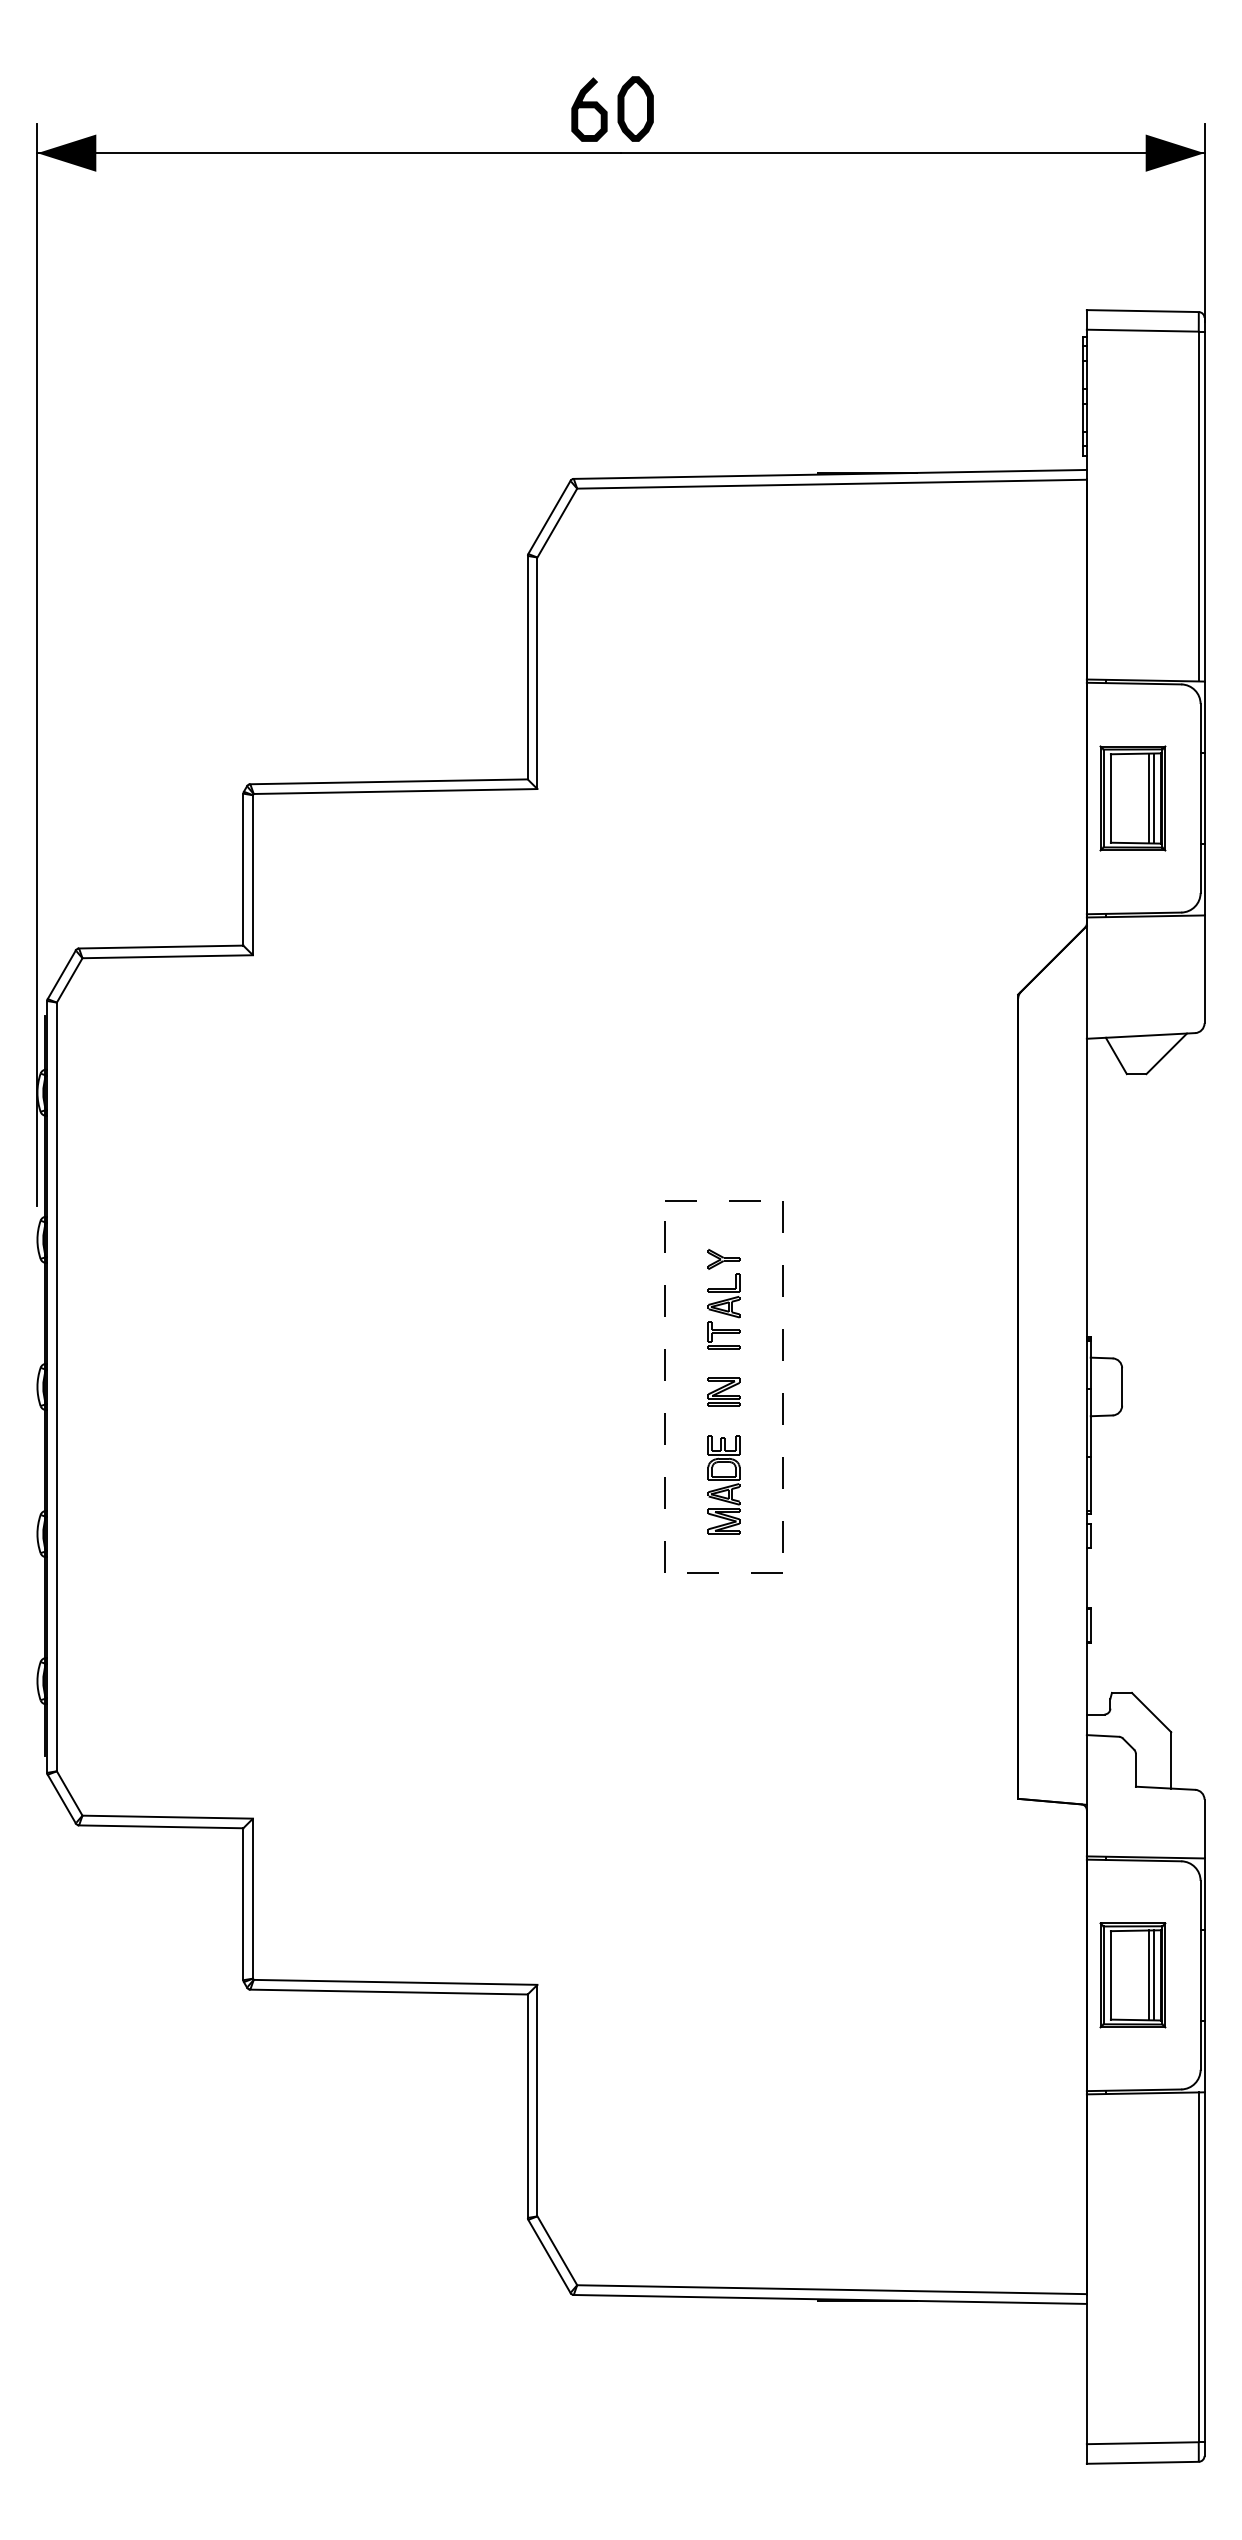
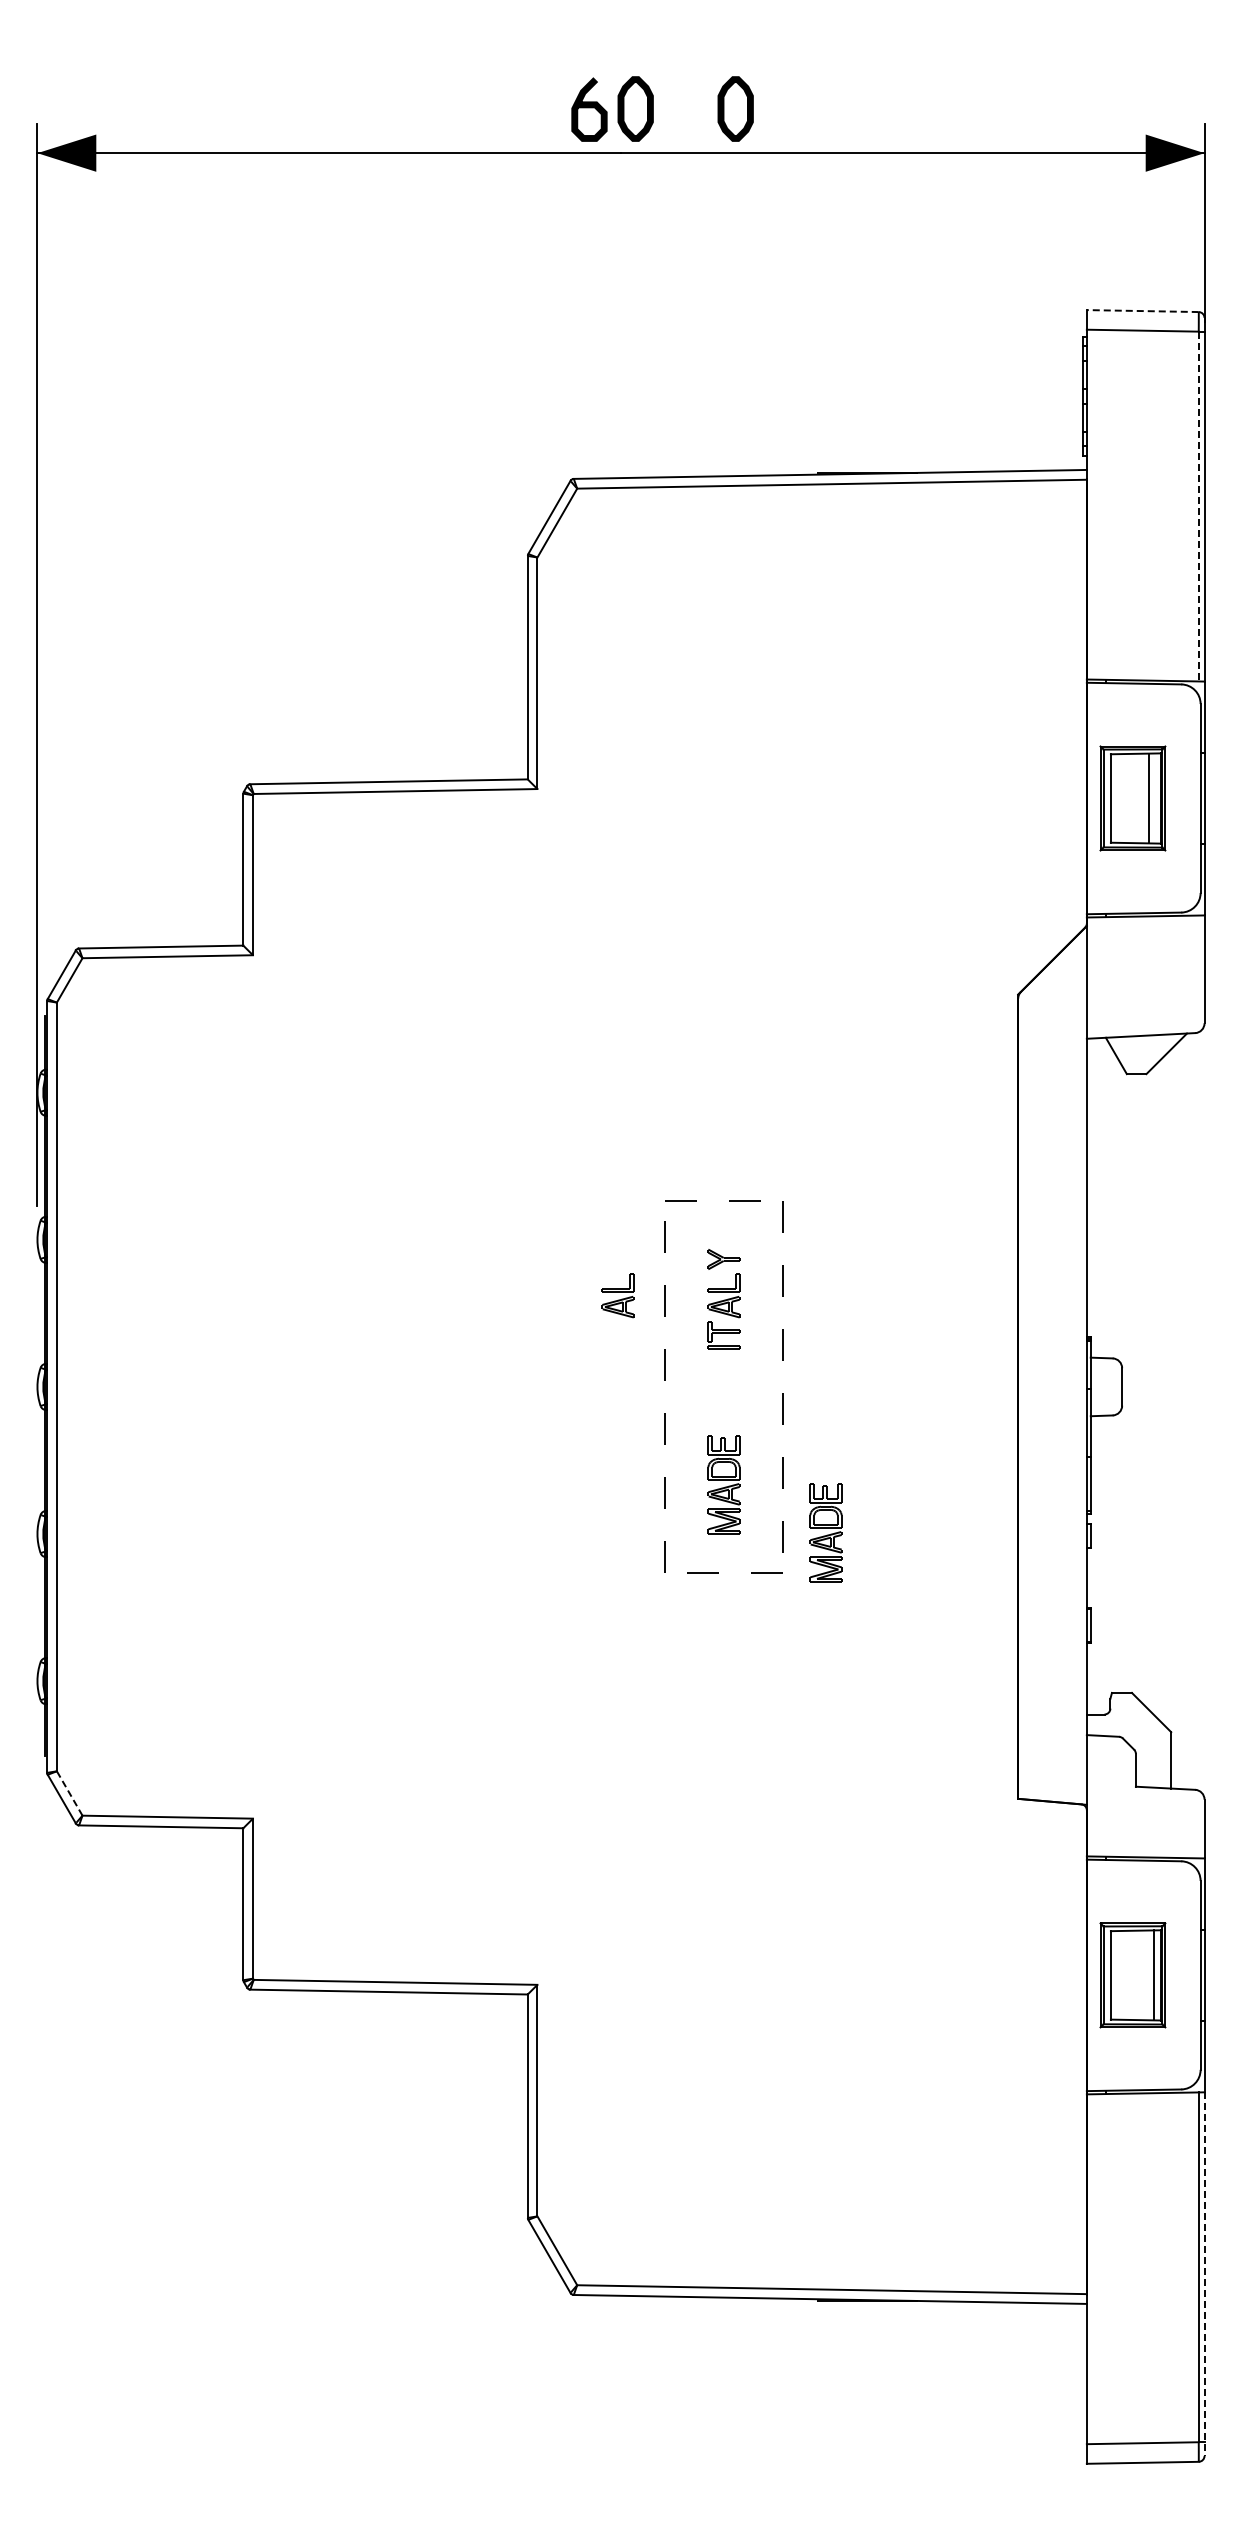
part at (735, 108): none -> present
line at (1142, 311): solid -> dashed
line at (1198, 506): solid -> dashed
line at (1153, 798): present -> none
part at (617, 1295): none -> present
part at (723, 1391): present -> none
part at (825, 1532): none -> present
line at (69, 1793): solid -> dashed
line at (1149, 1975): present -> none
line at (1204, 2274): solid -> dashed
